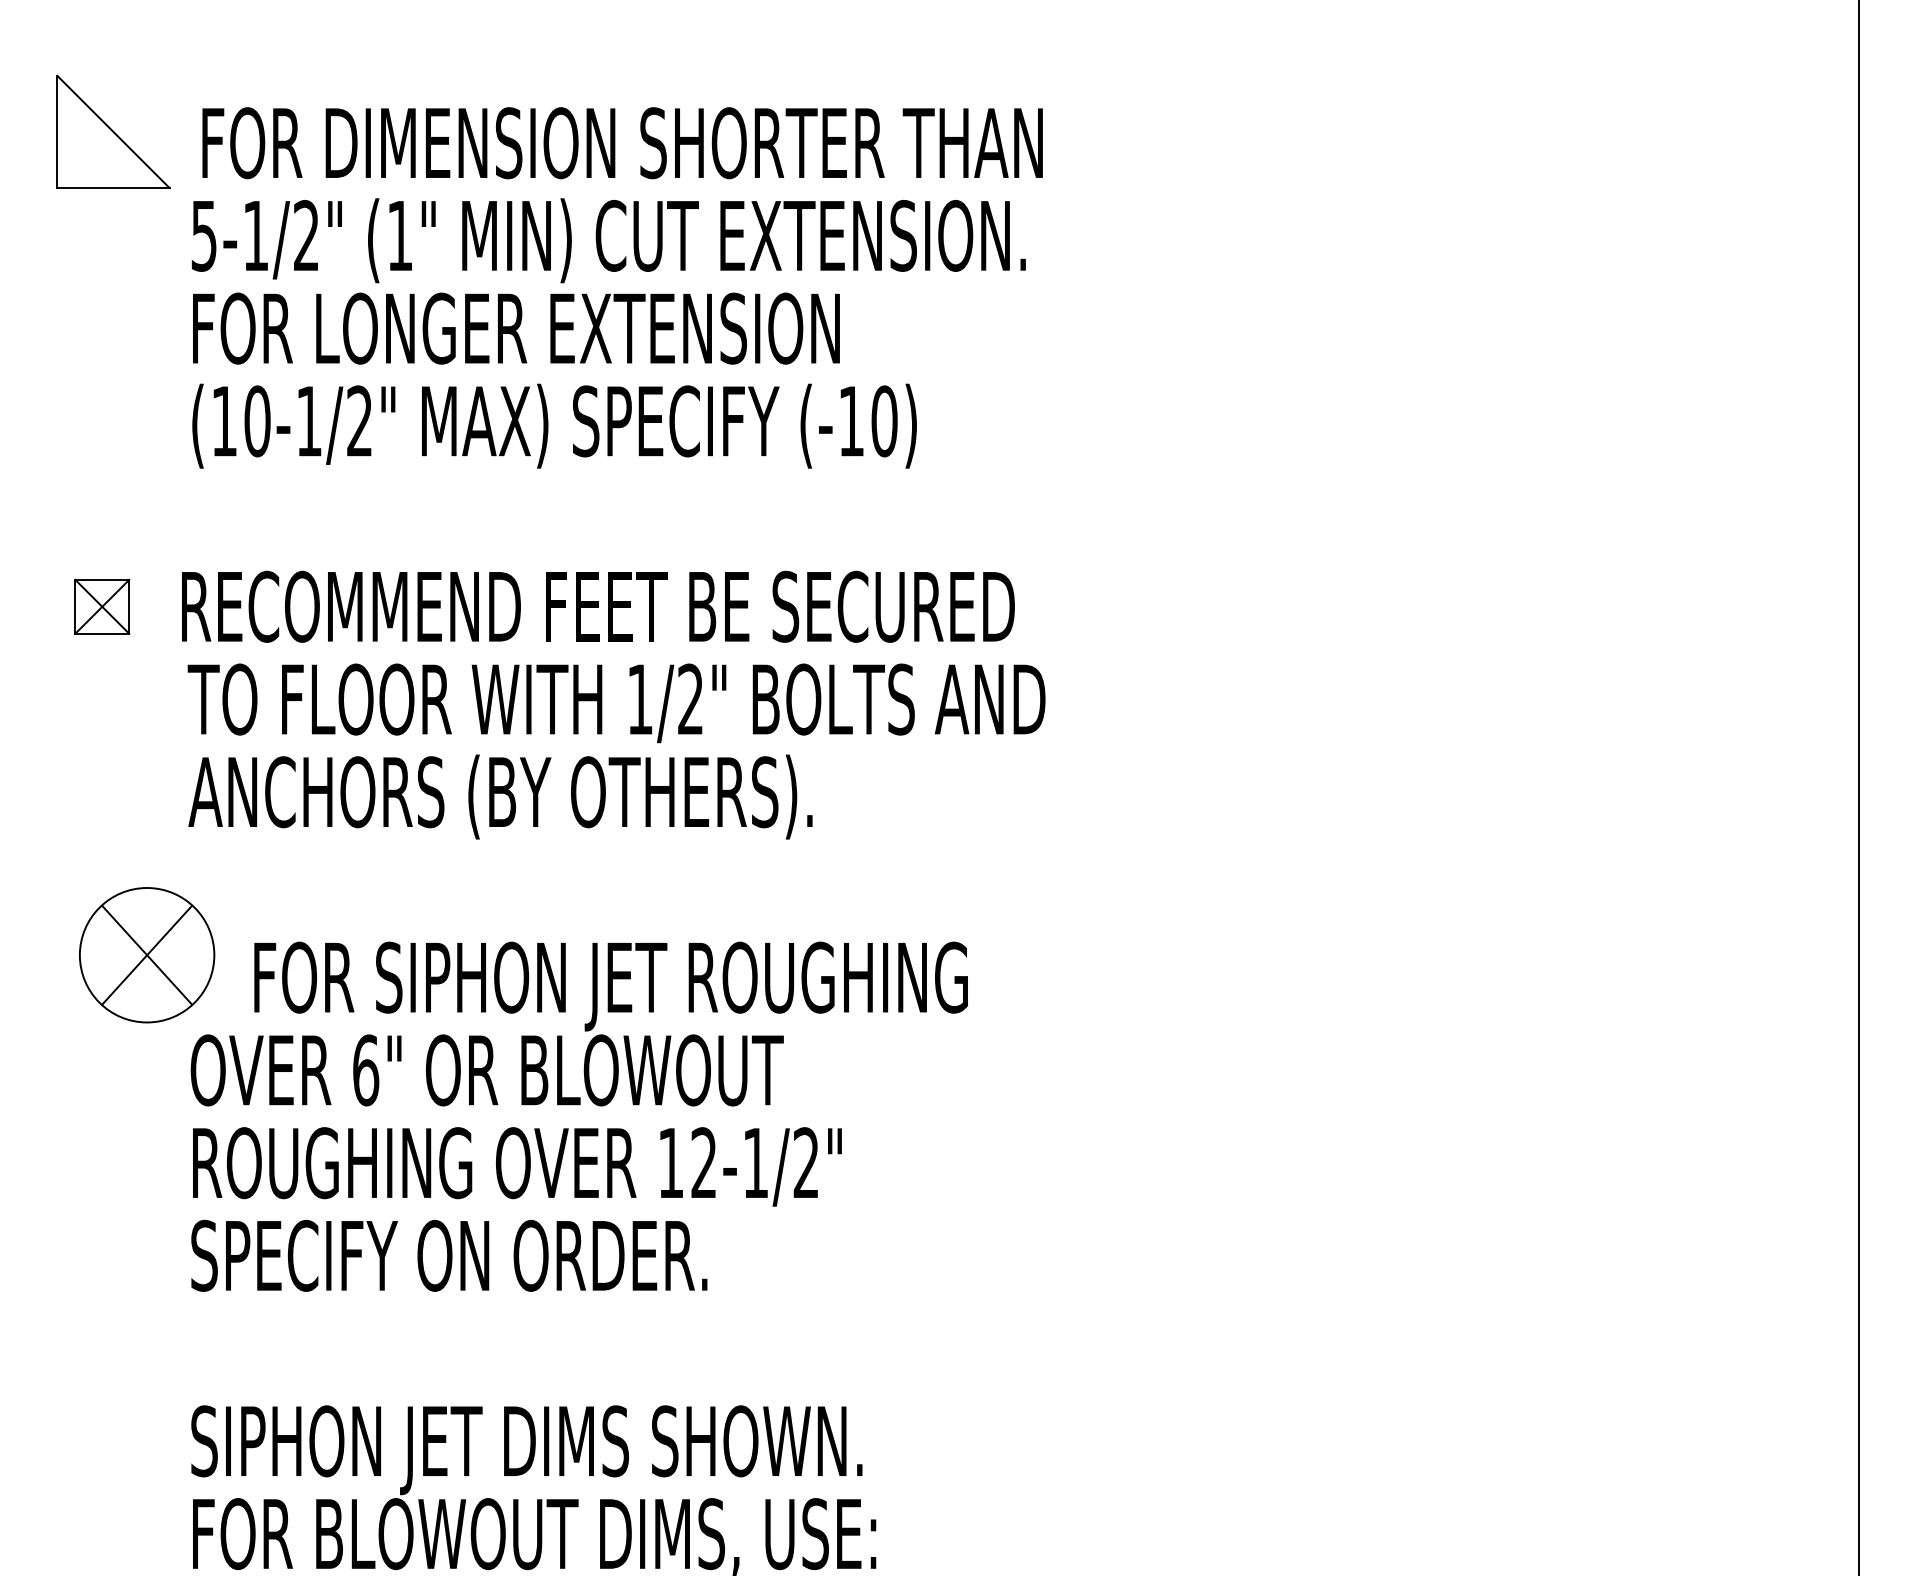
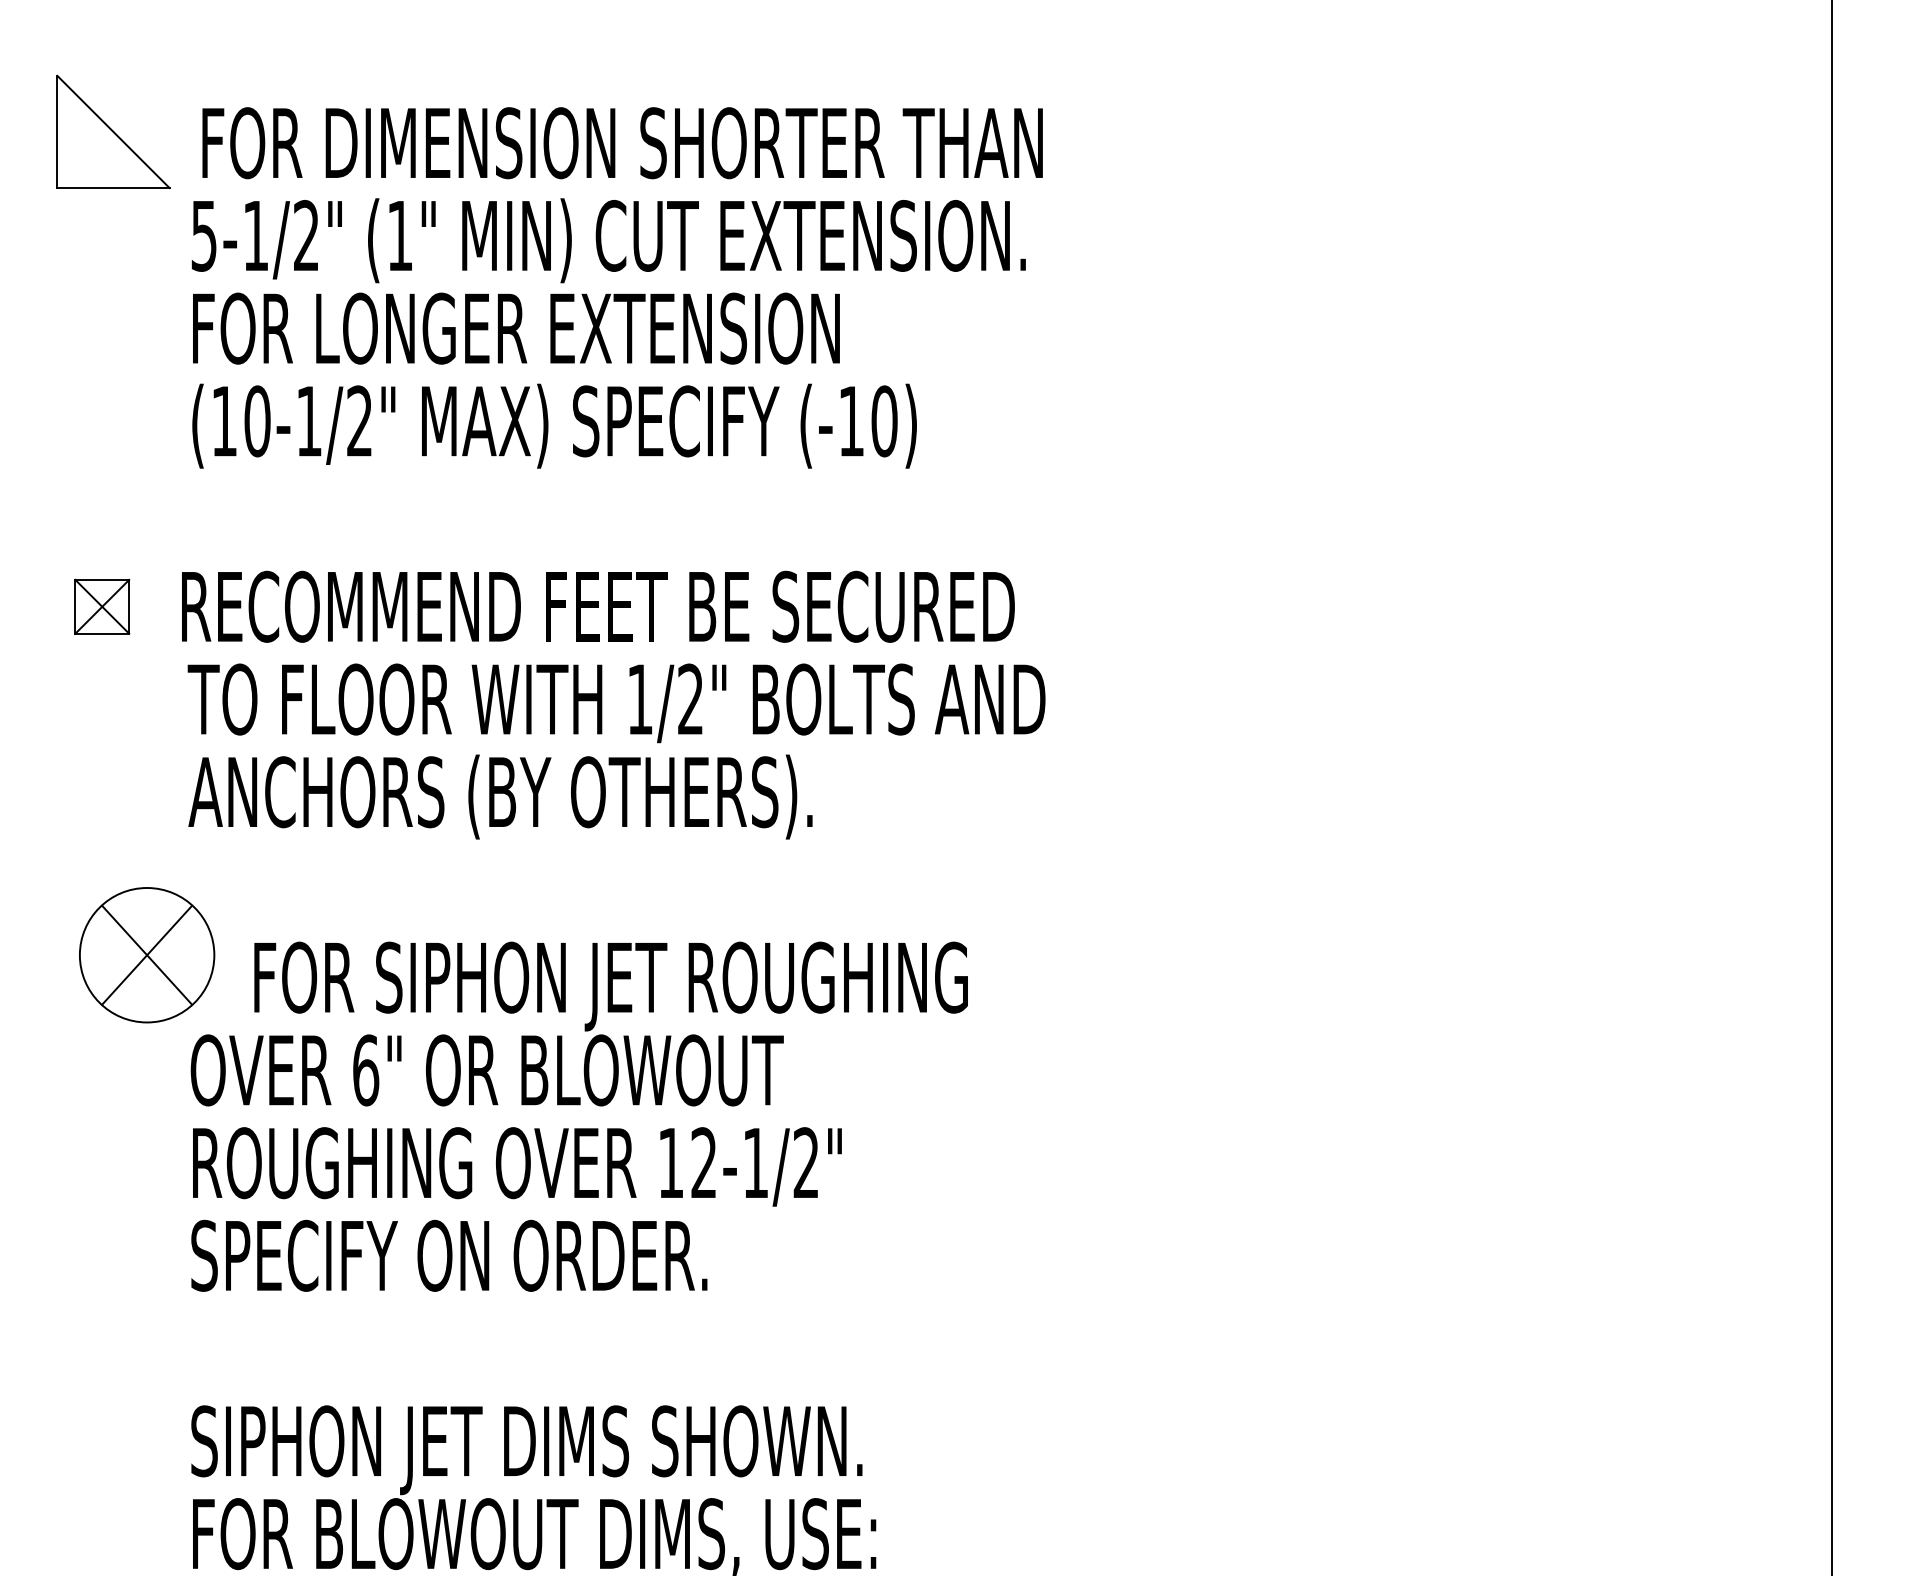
line at (1858, 787) position: (1858, 787) -> (1831, 787)
